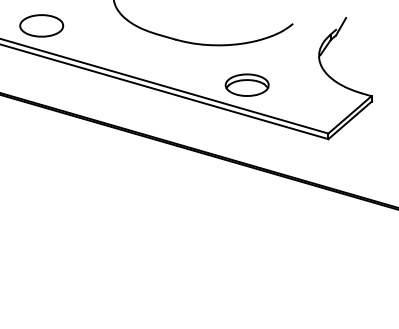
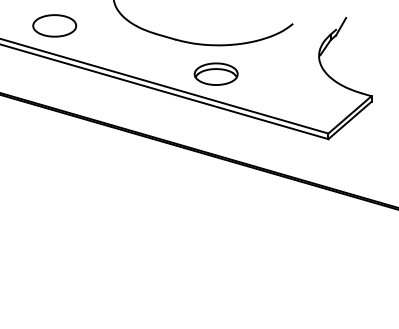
part at (41, 25) position: (41, 25) -> (54, 25)
part at (246, 84) position: (246, 84) -> (215, 73)
